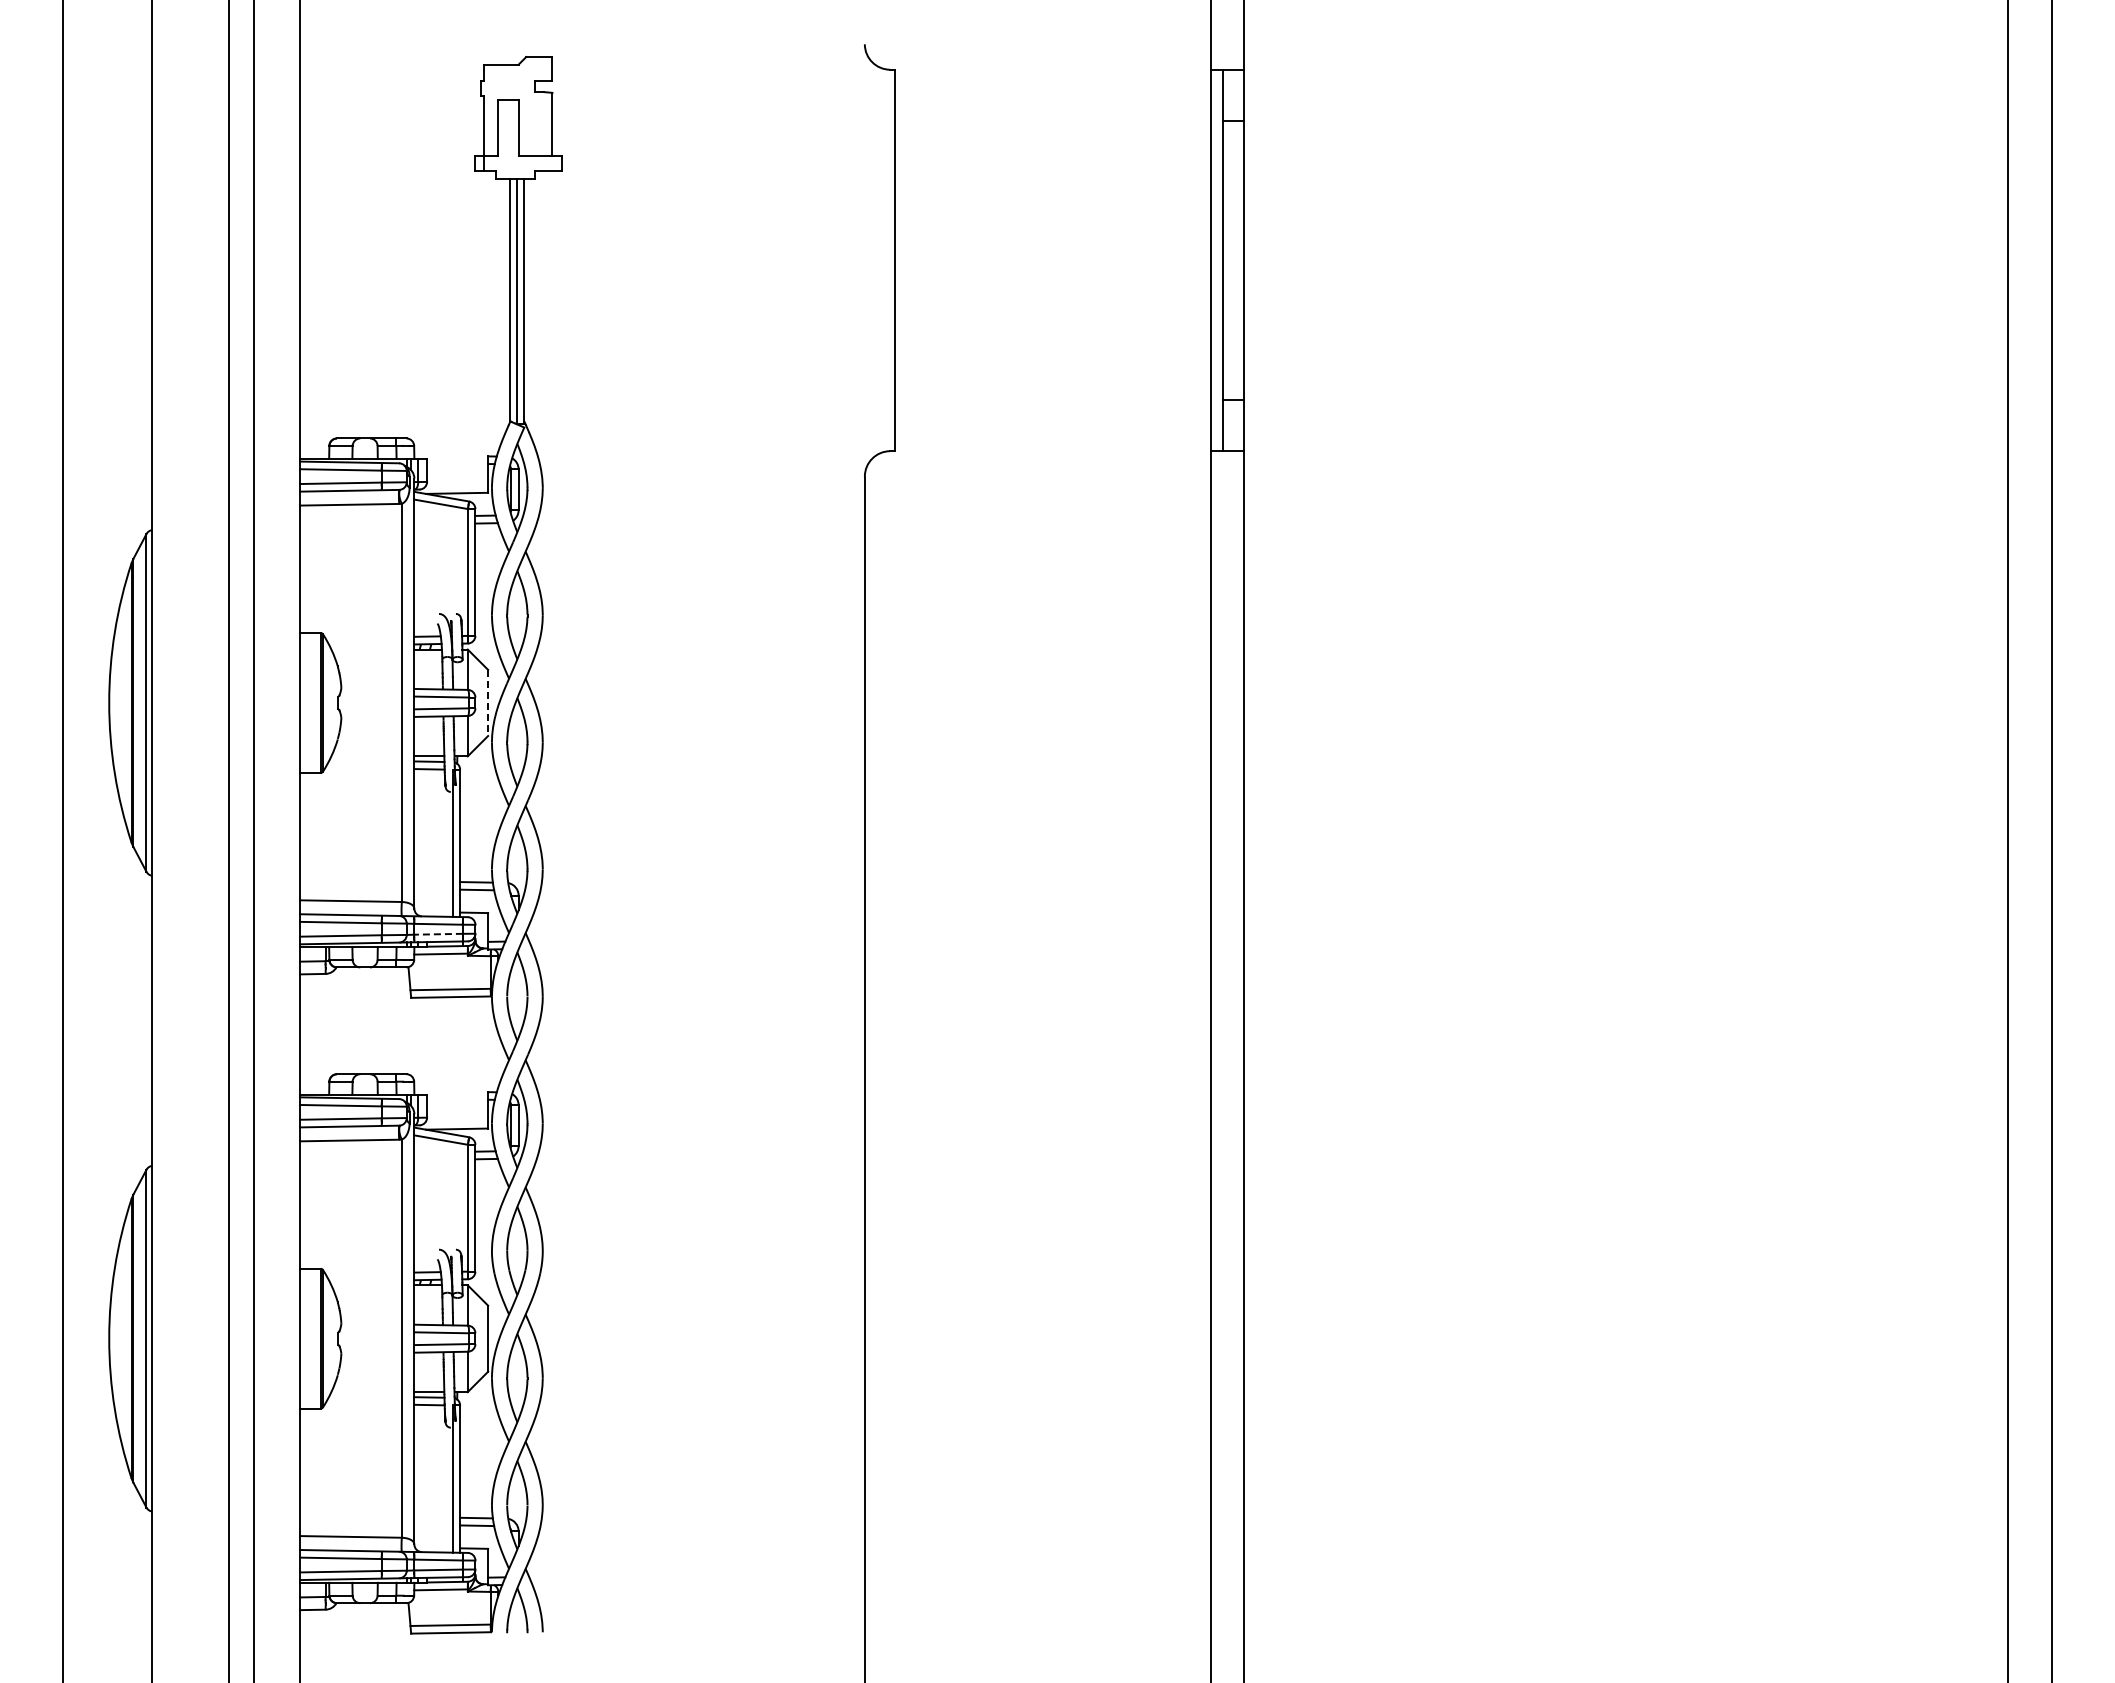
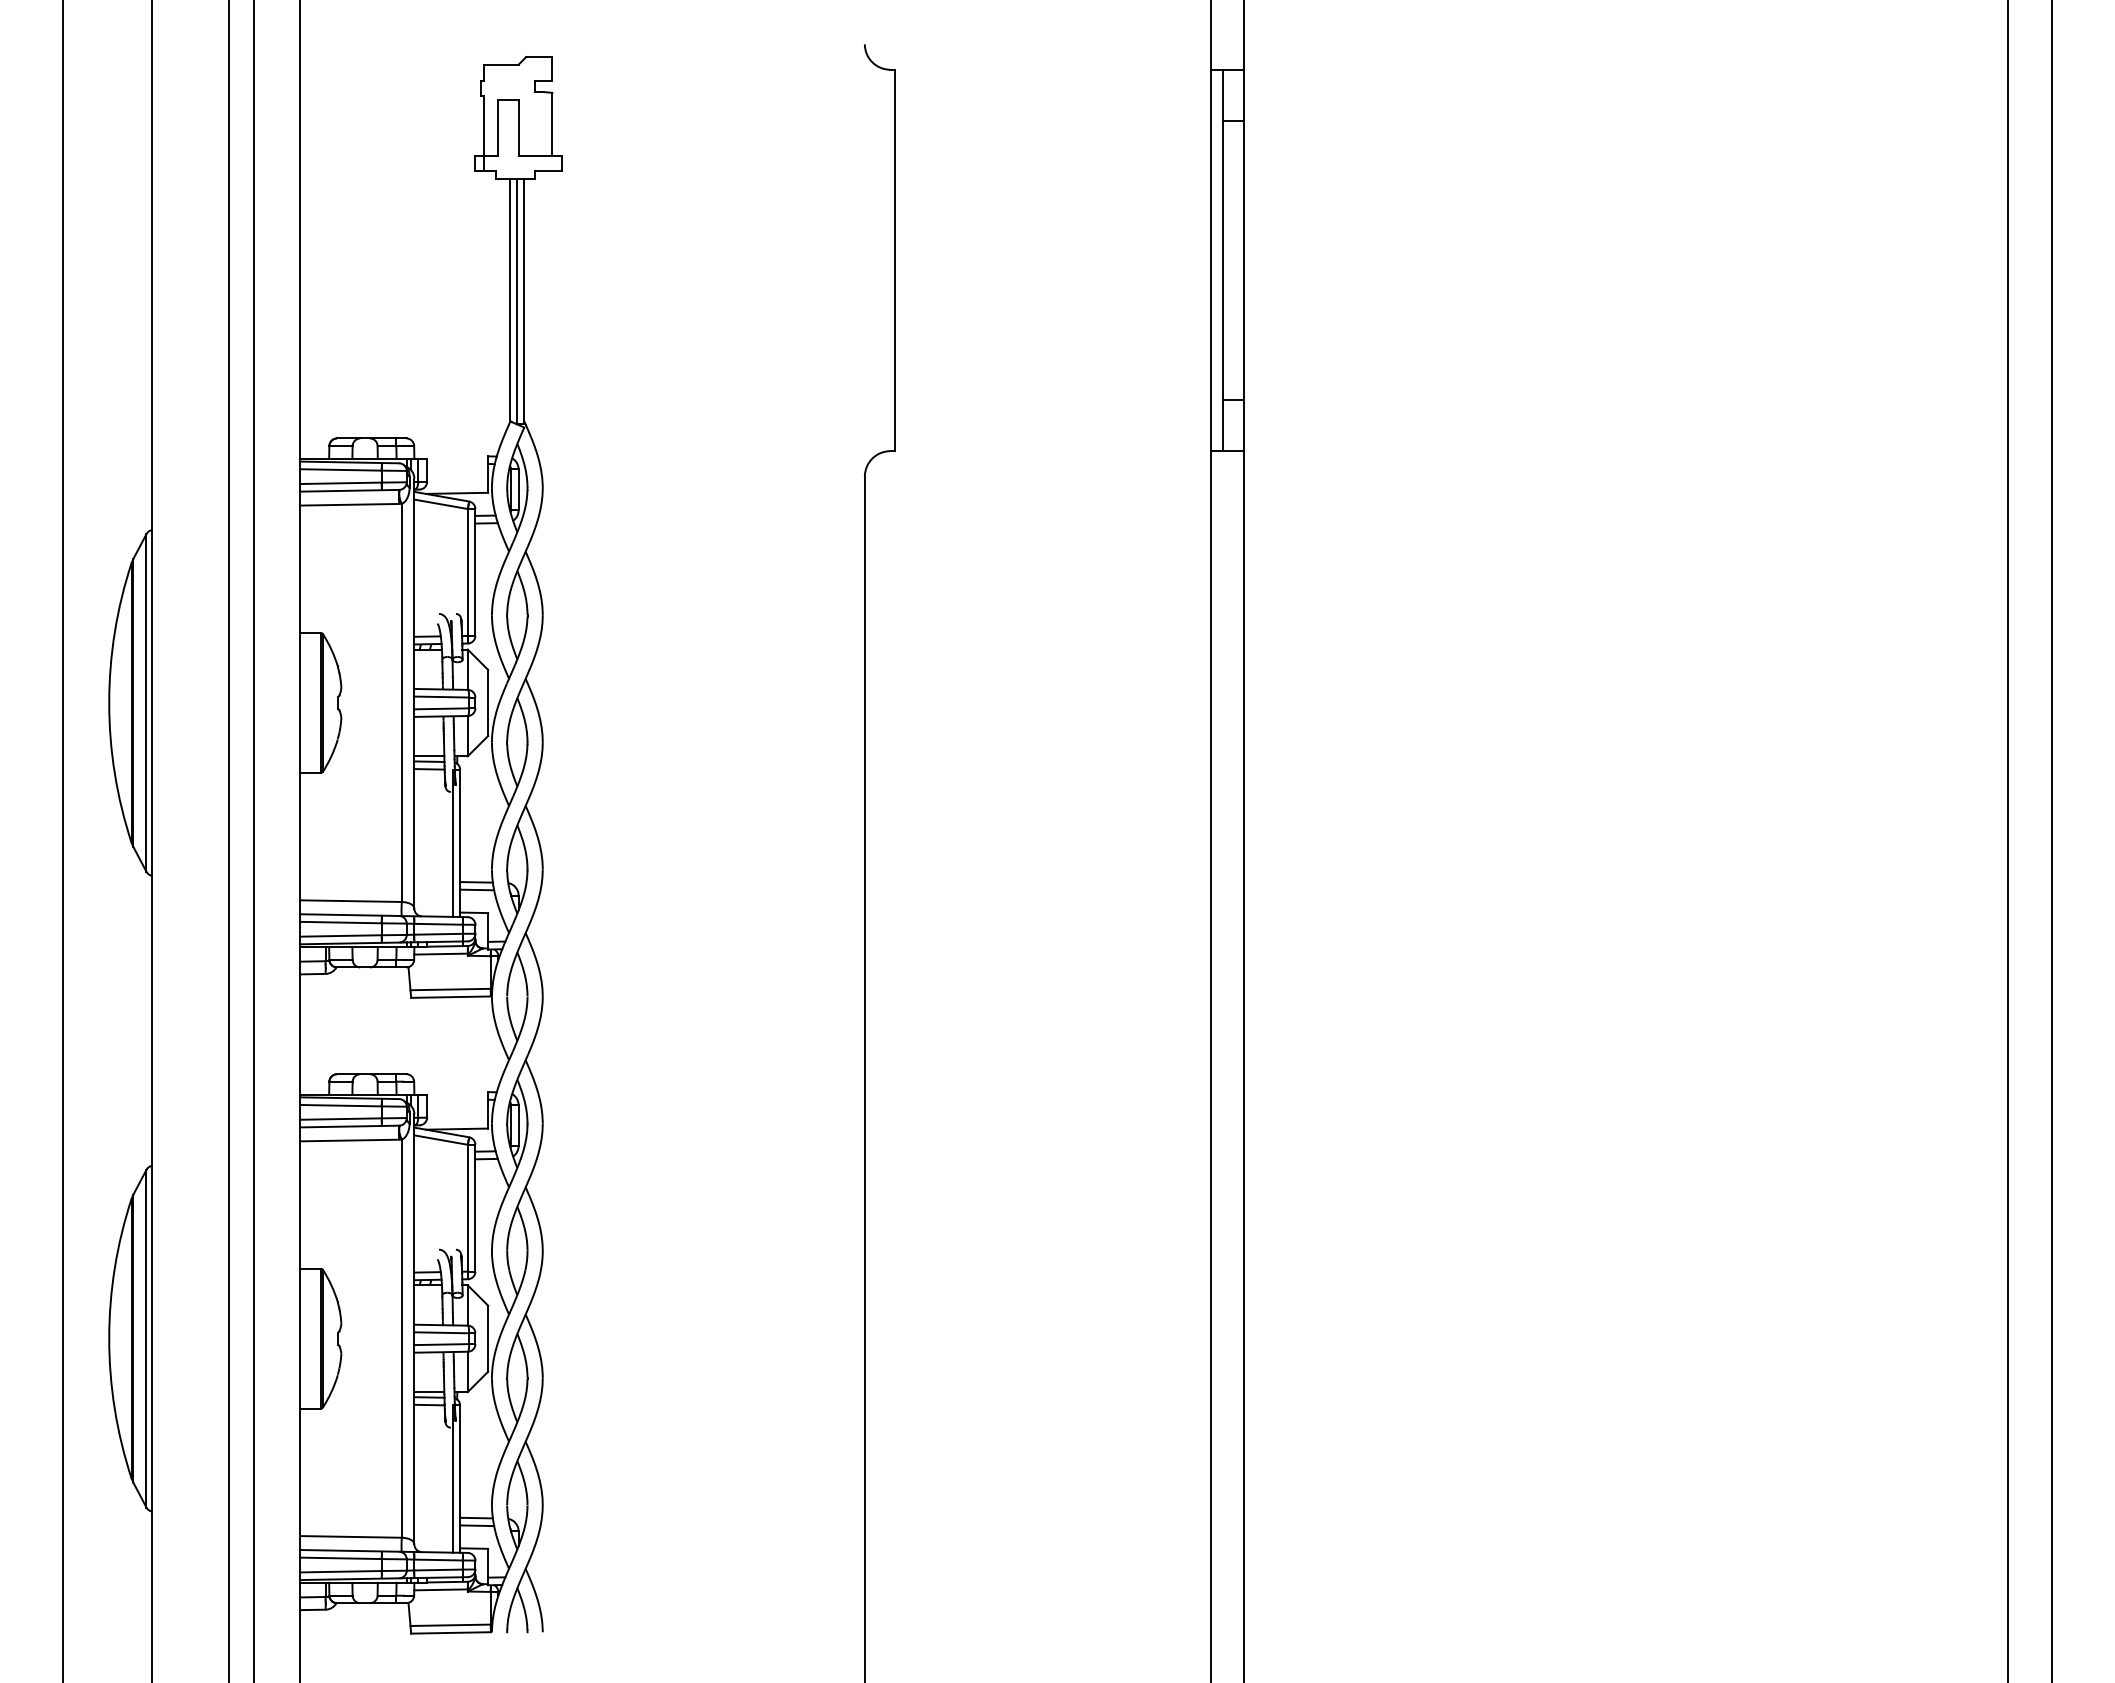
line at (488, 703): dashed -> solid
line at (438, 934): dashed -> solid
